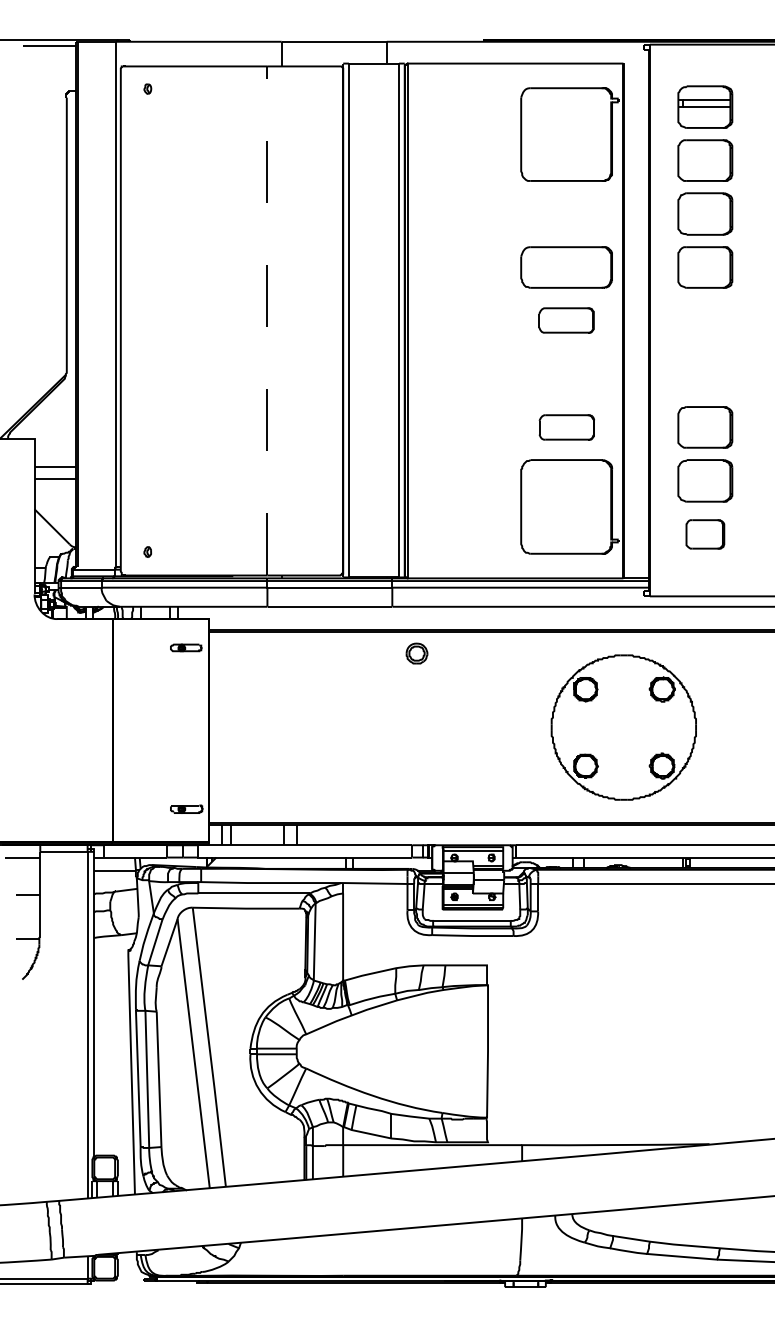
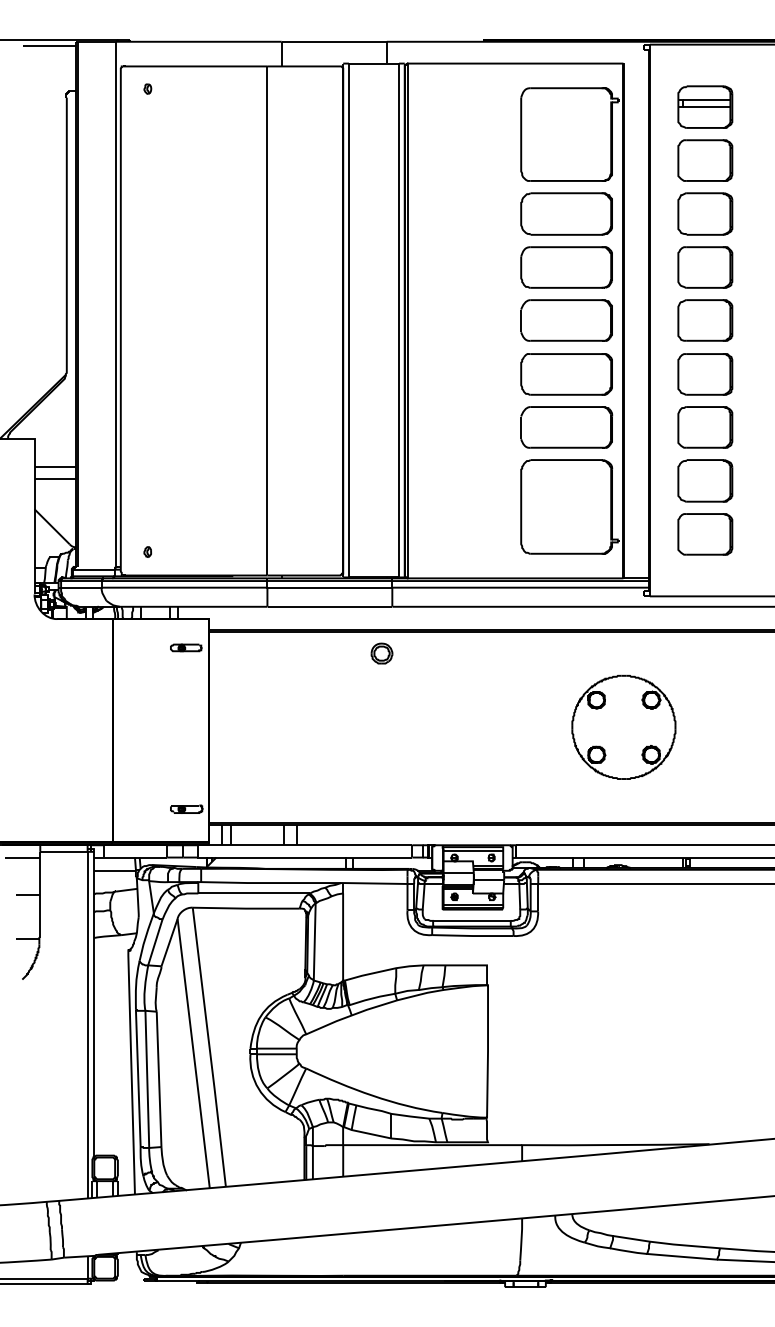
part at (566, 213): none -> present
line at (267, 320): dashed -> solid
part at (566, 320) size: 57x27 px -> 93x43 px
part at (705, 320): none -> present
part at (566, 374): none -> present
part at (705, 374): none -> present
part at (566, 427) size: 57x27 px -> 94x43 px
part at (705, 534) size: 41x31 px -> 57x43 px
part at (416, 653) position: (416, 653) -> (381, 653)
part at (623, 727) size: 147x147 px -> 106x106 px
